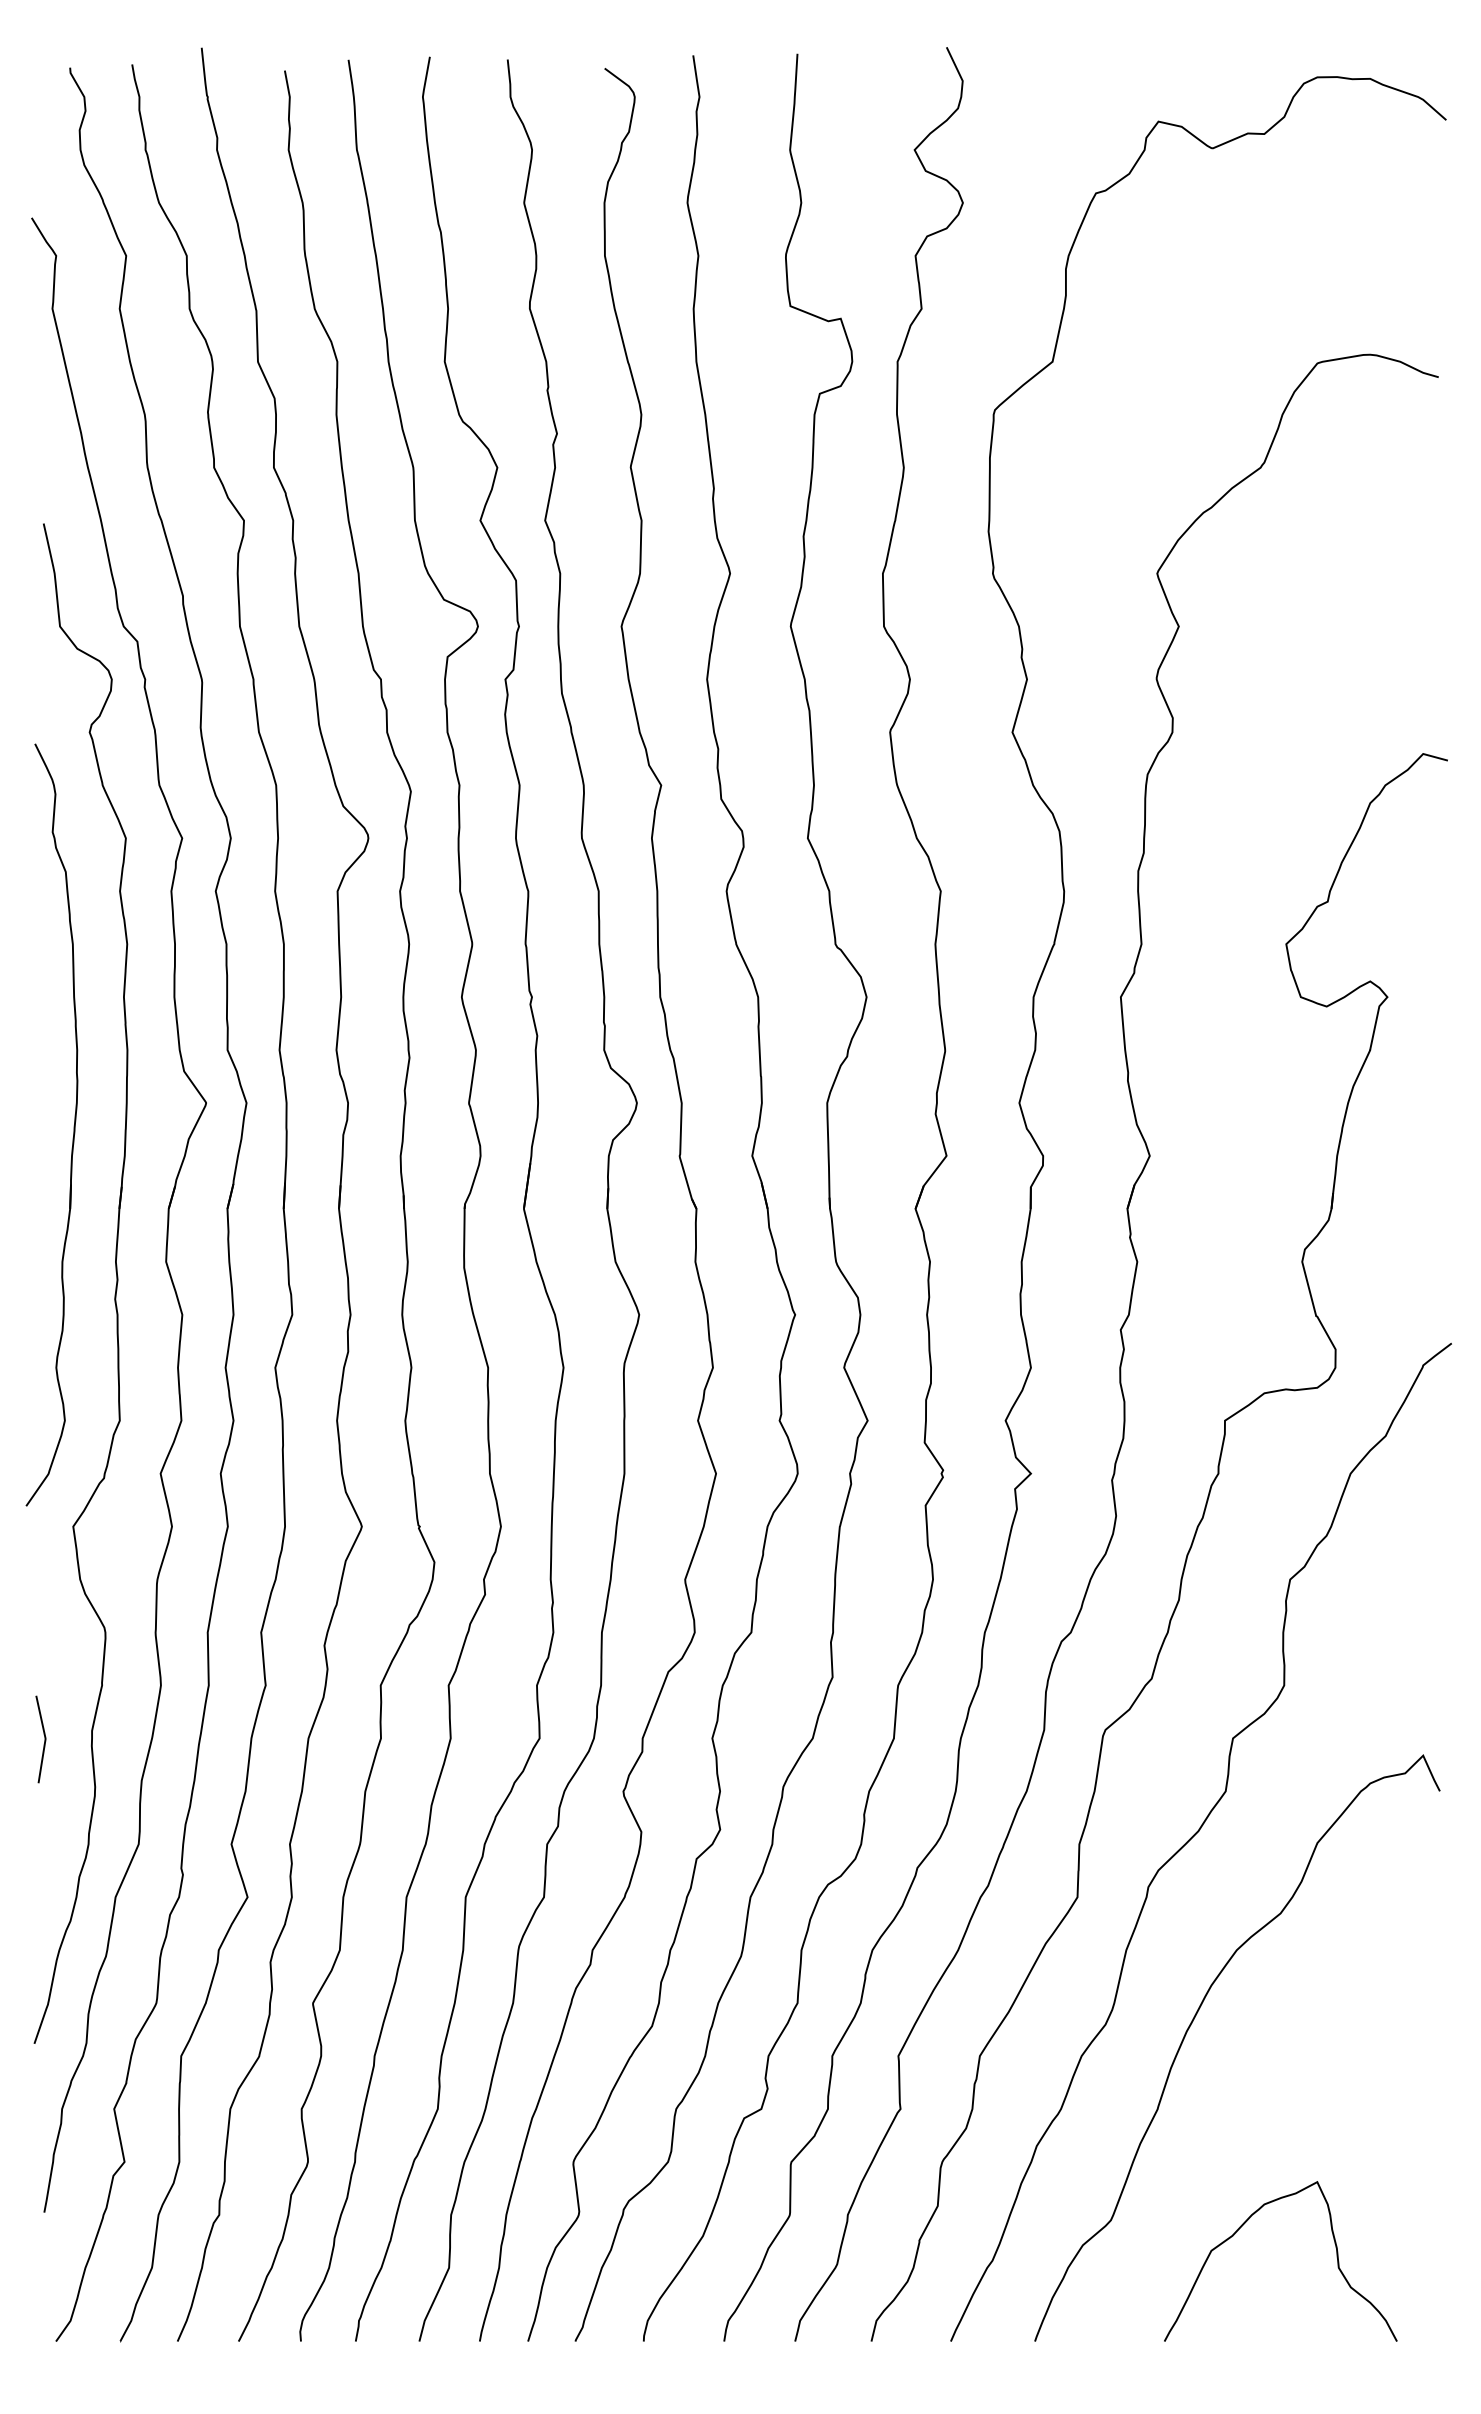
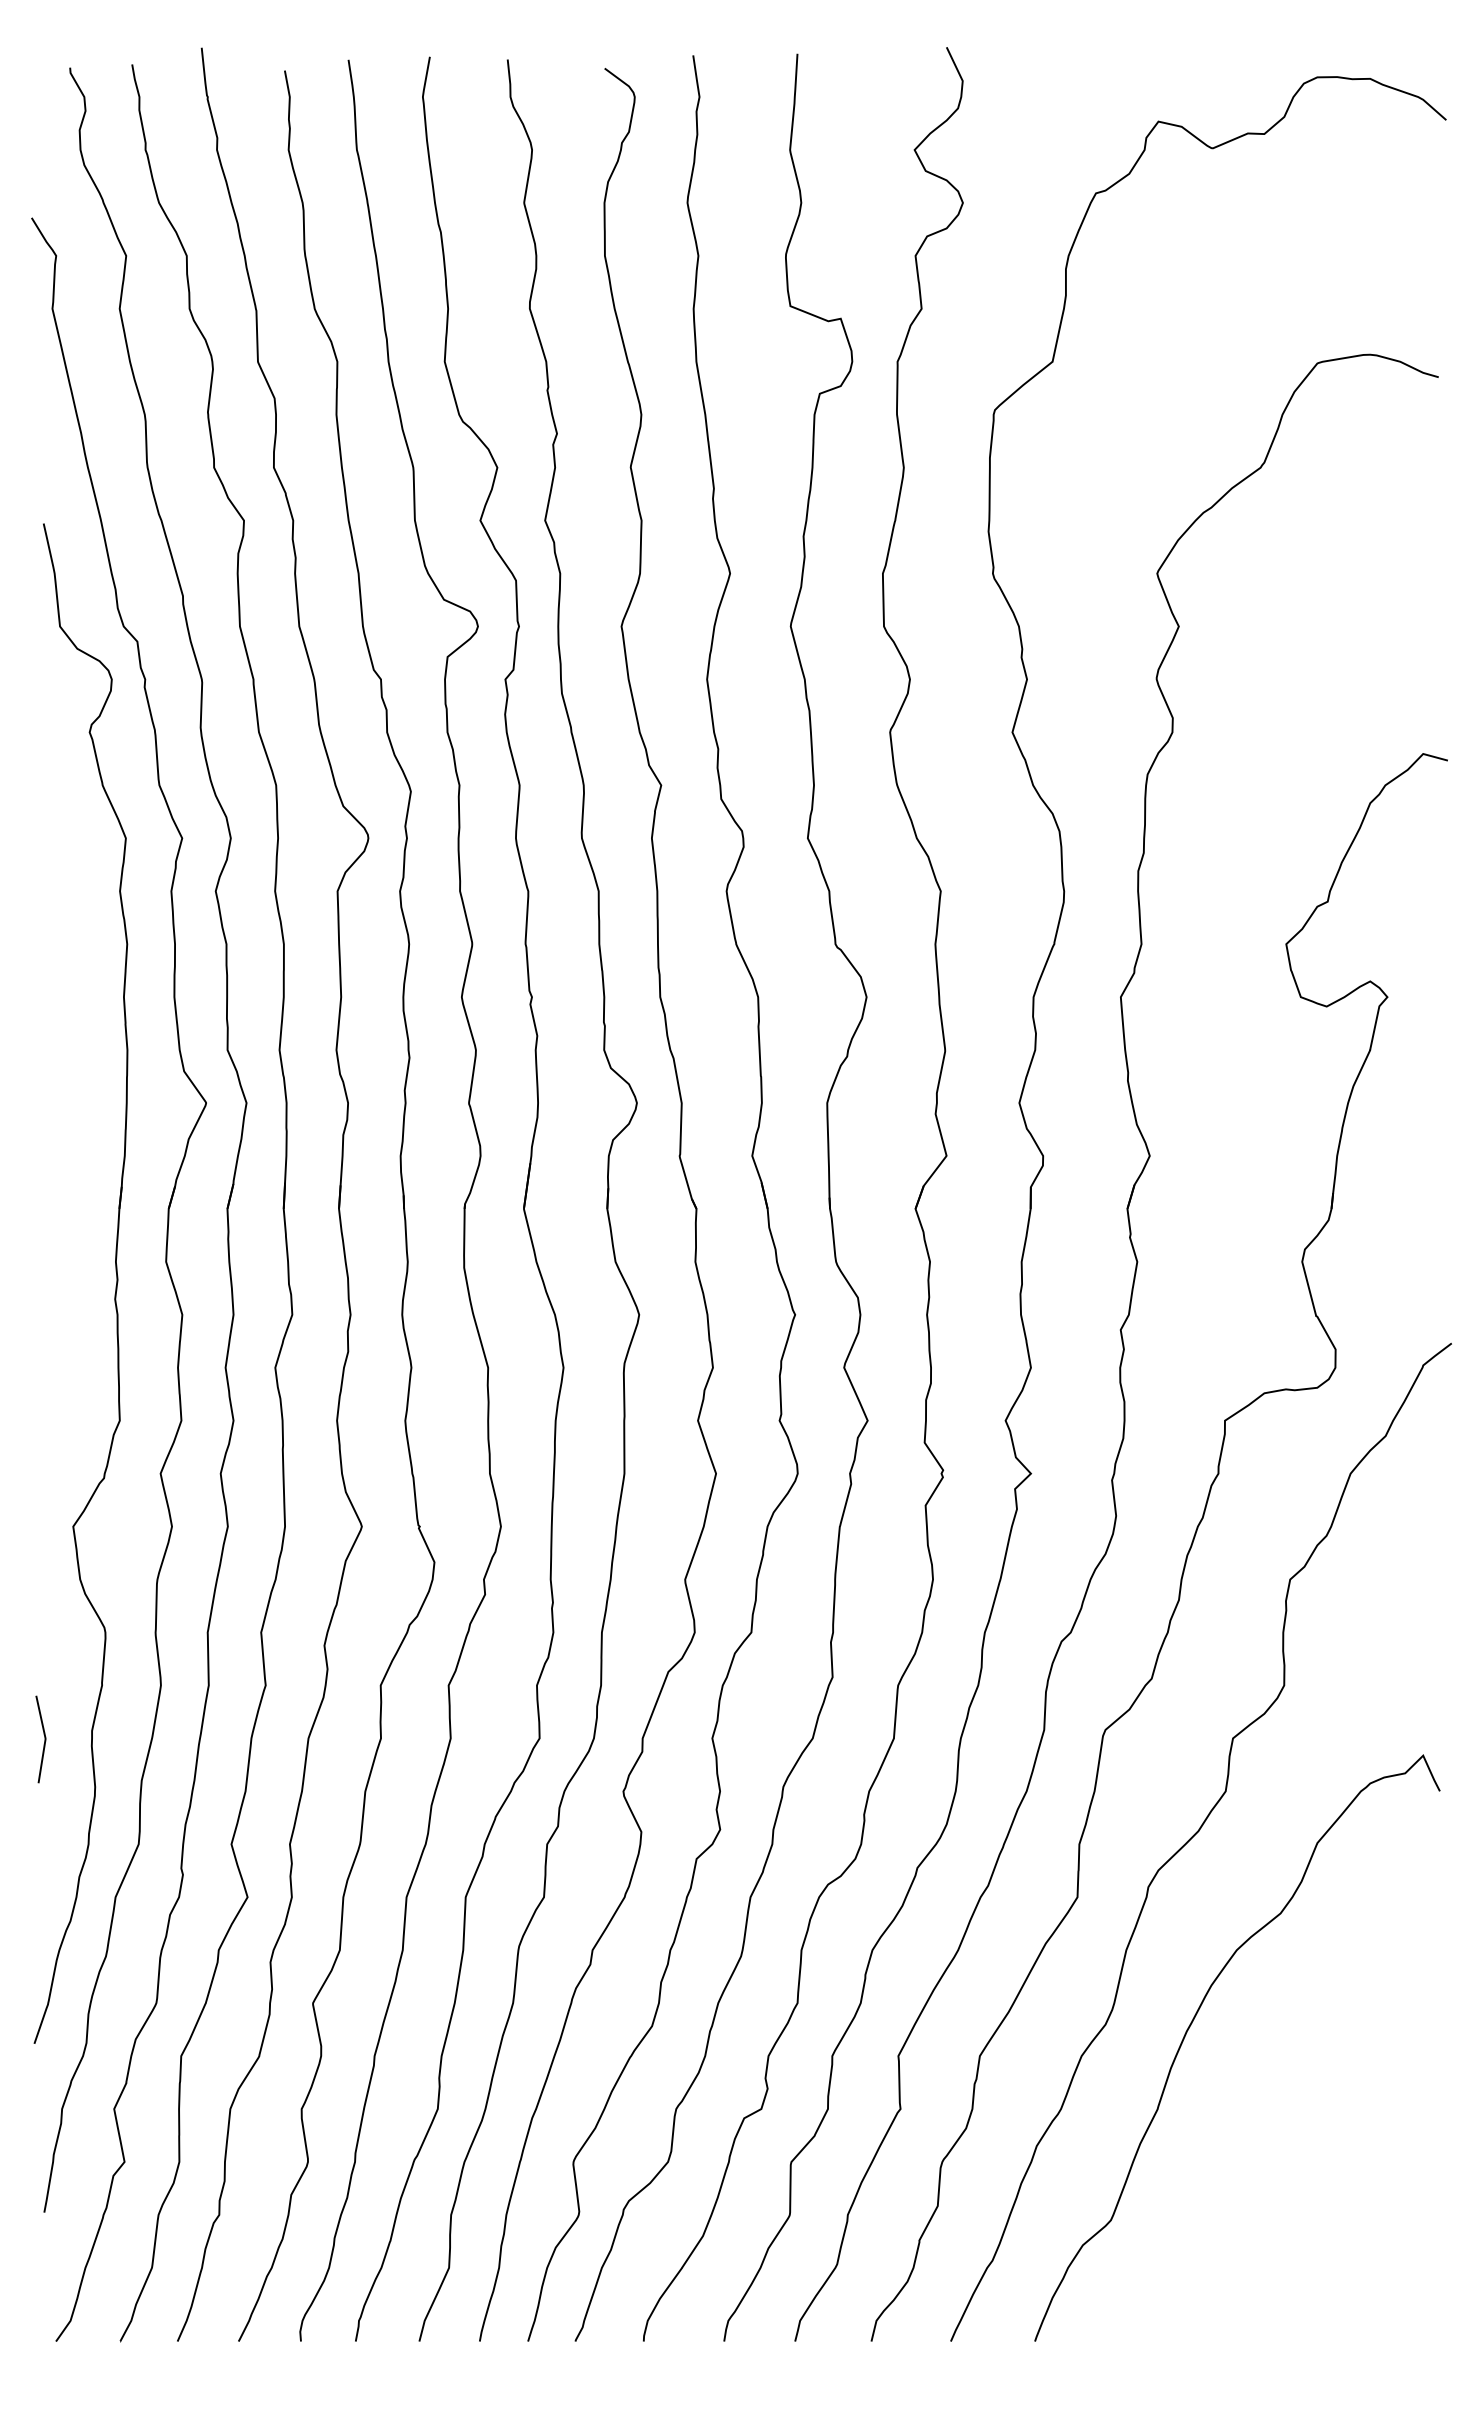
part at (73, 1125): present -> none
curve at (1244, 2224): present -> none
